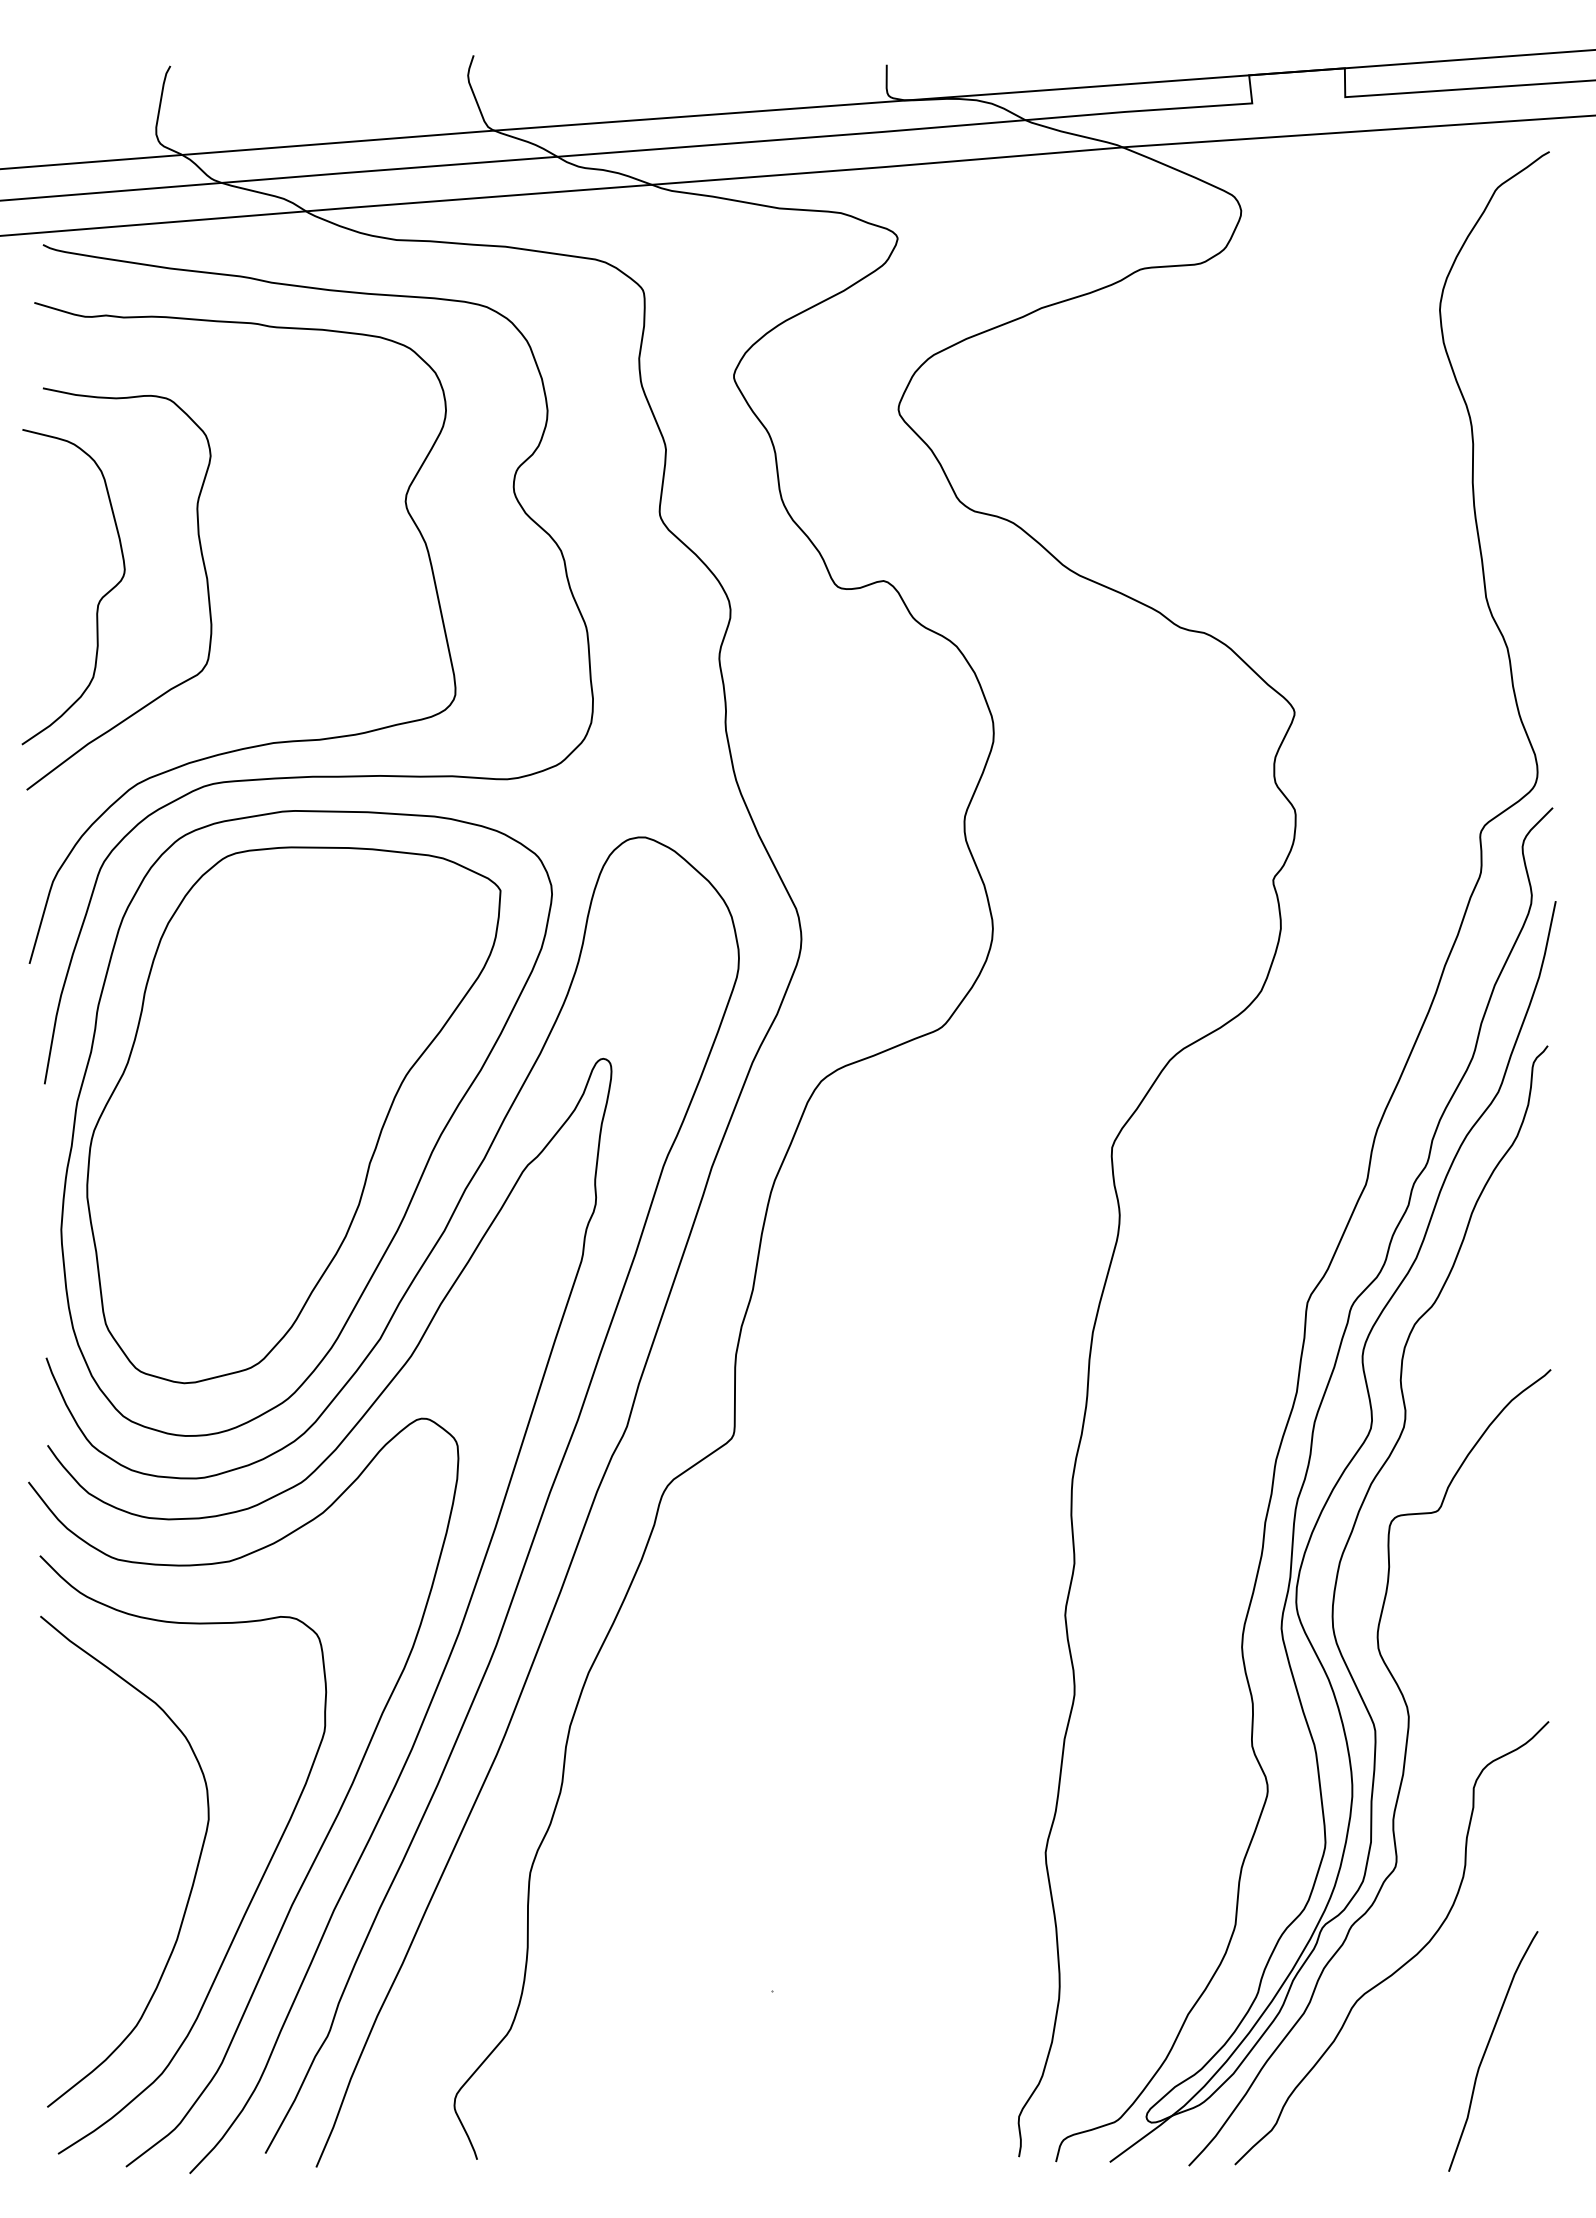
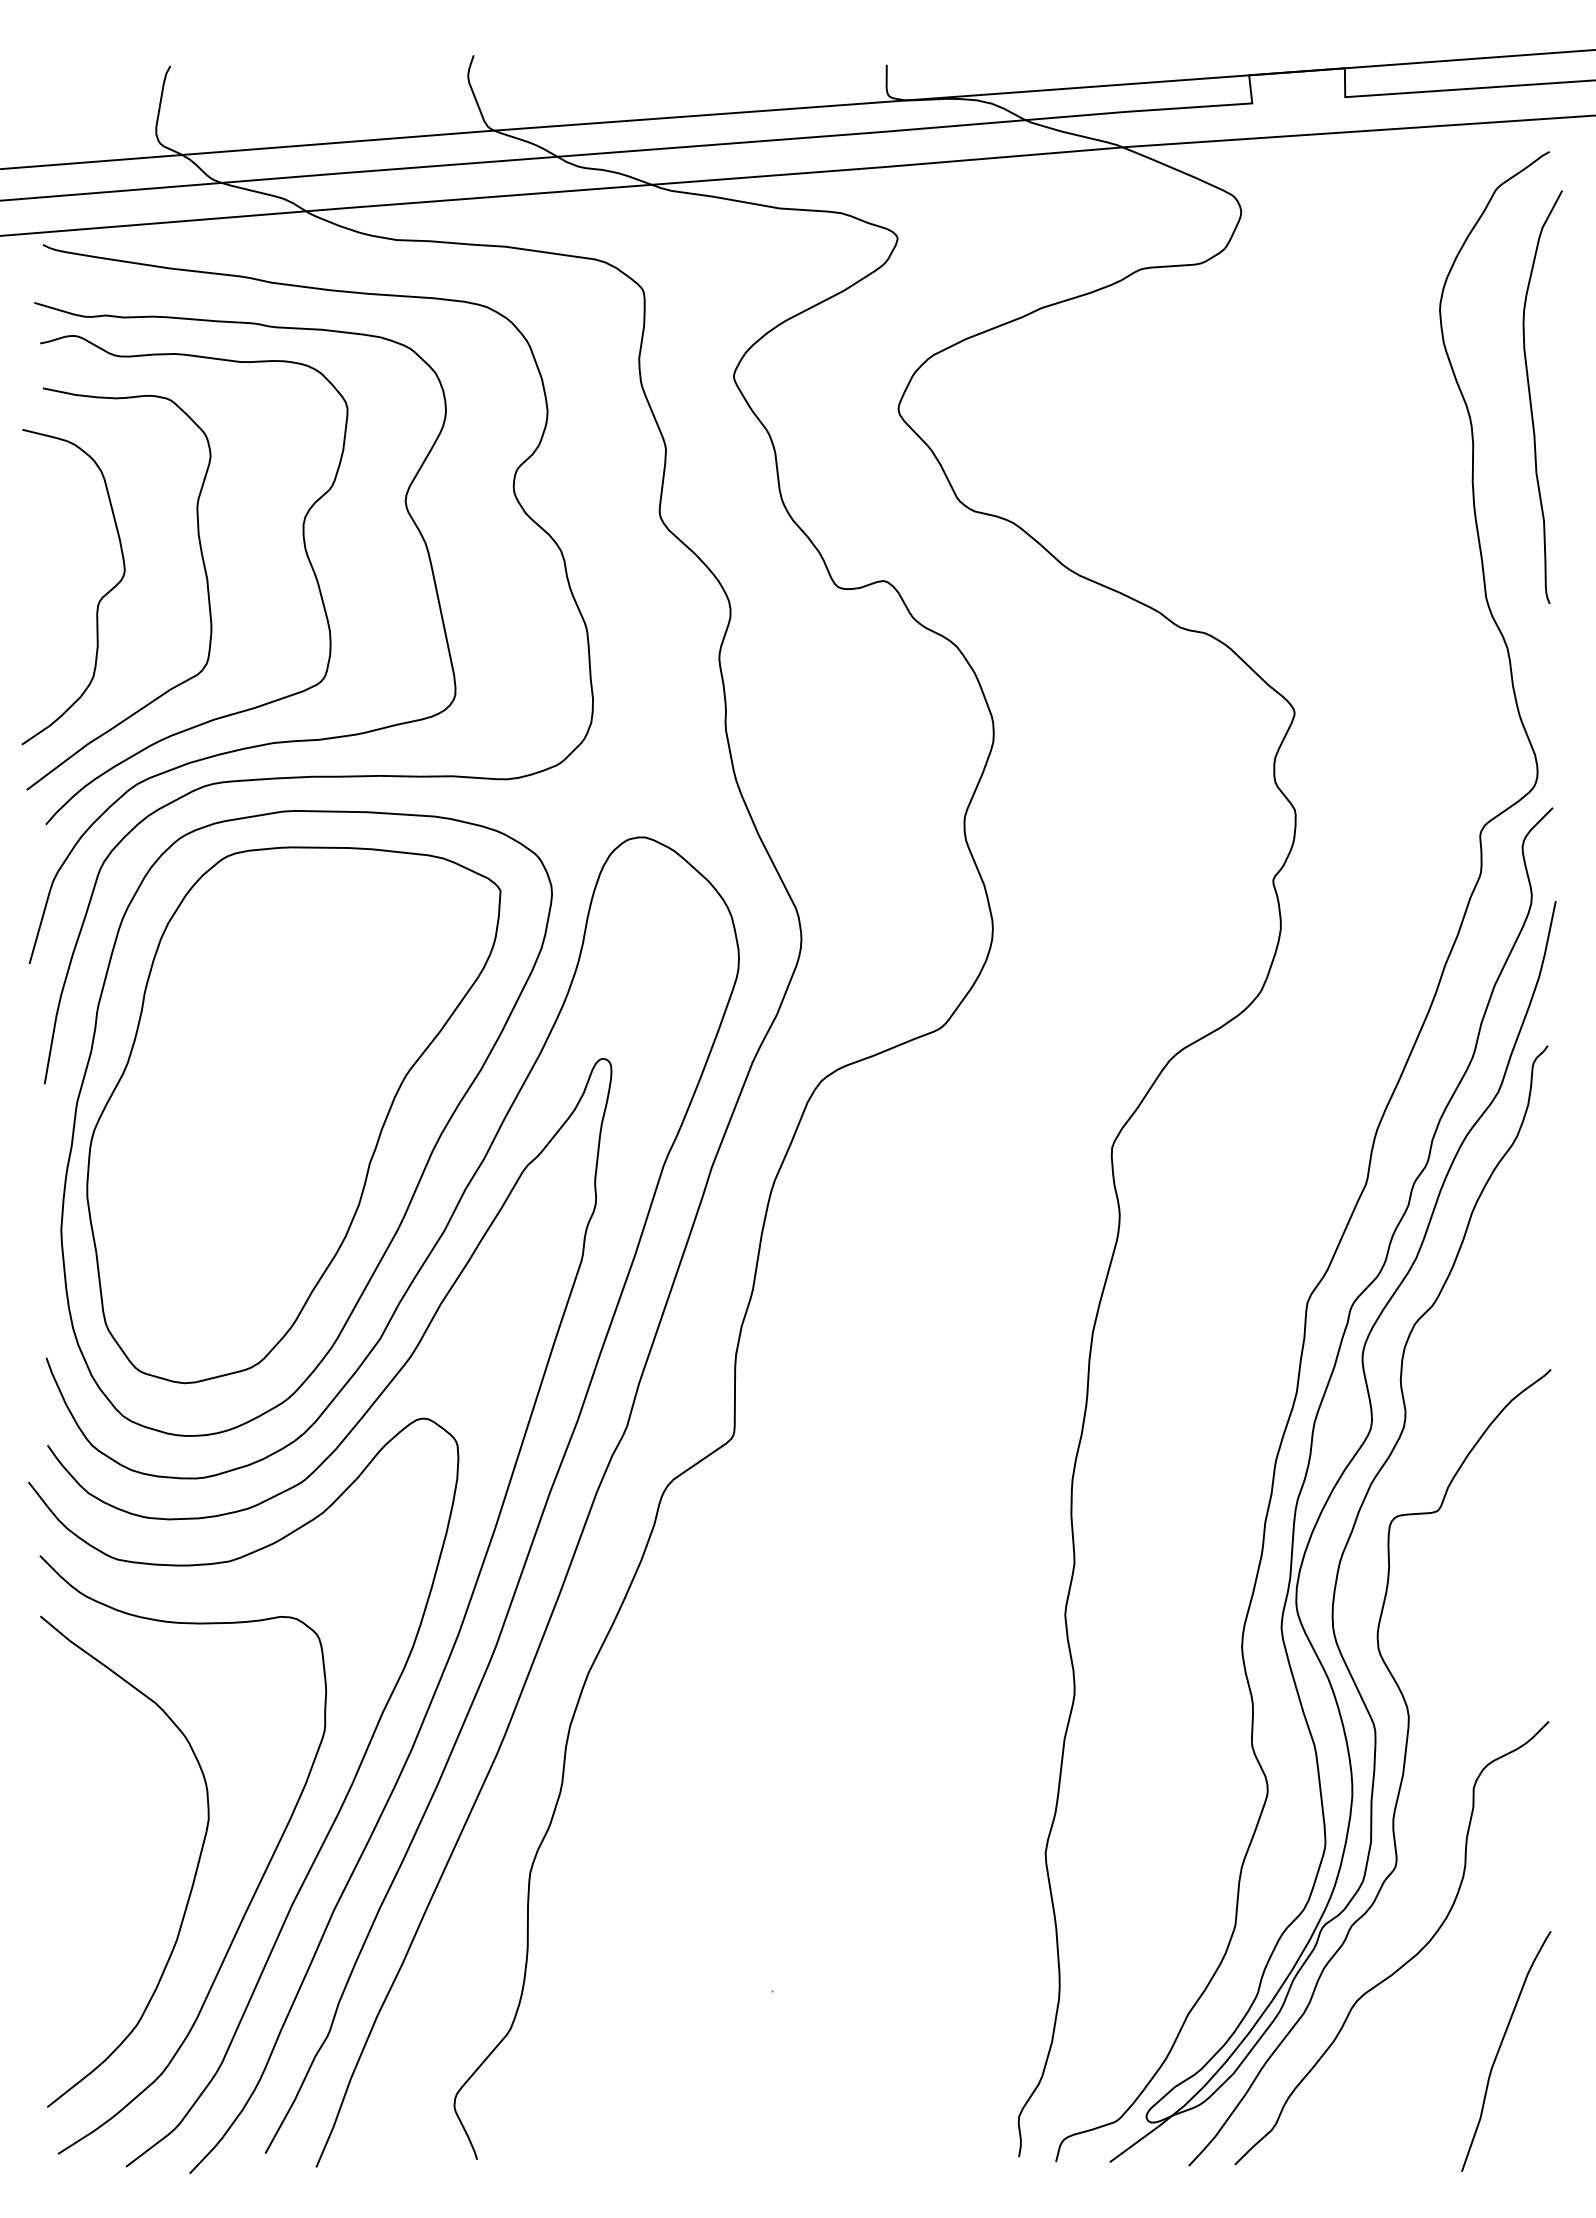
curve at (1531, 399): none -> present
curve at (305, 553): none -> present
curve at (1487, 2048) position: (1487, 2048) -> (1500, 2048)
